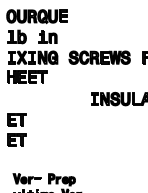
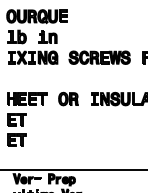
part at (27, 76) position: (27, 76) -> (27, 98)
part at (68, 98): none -> present
line at (73, 170): none -> present
